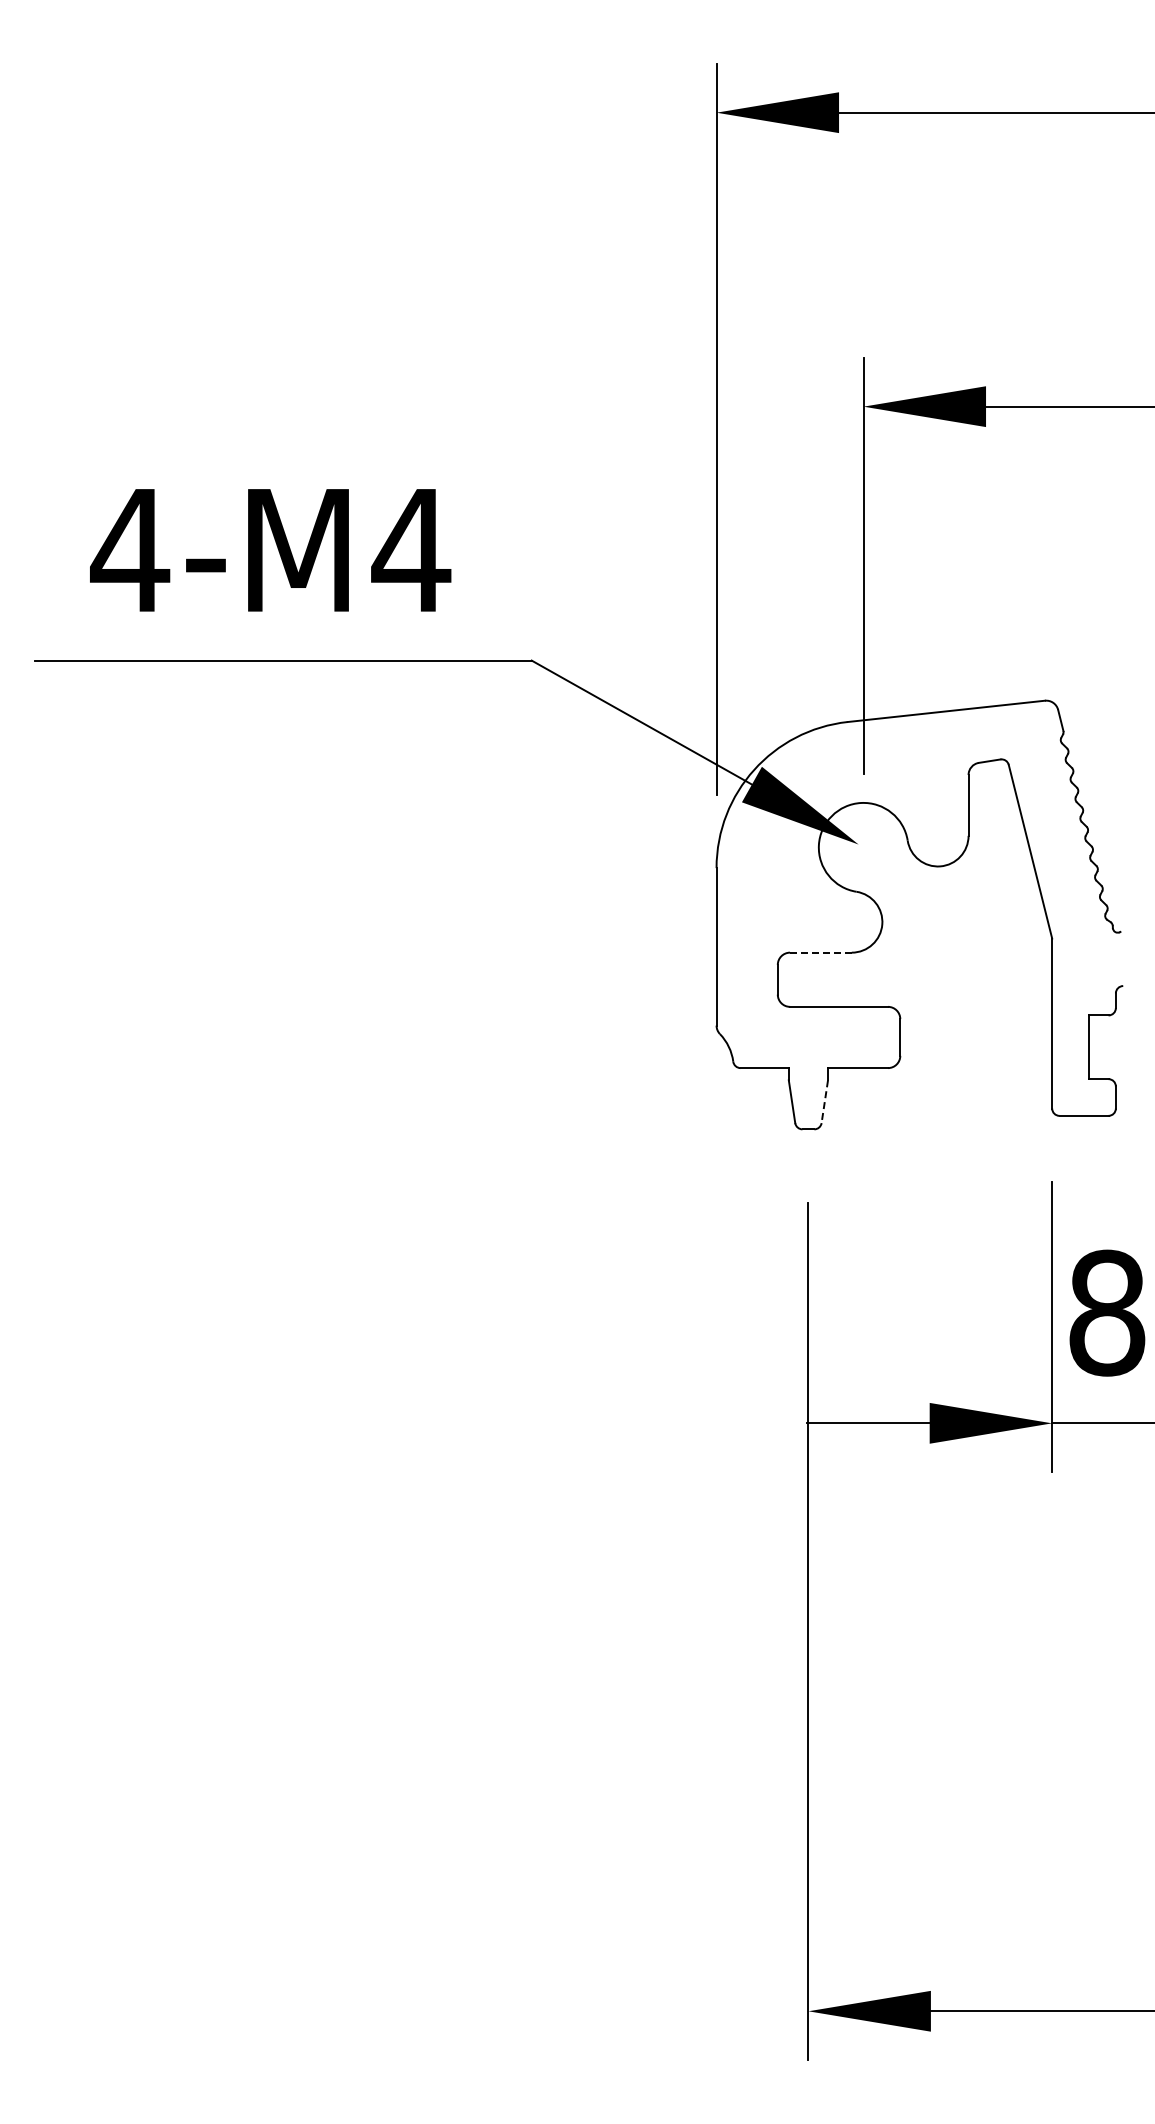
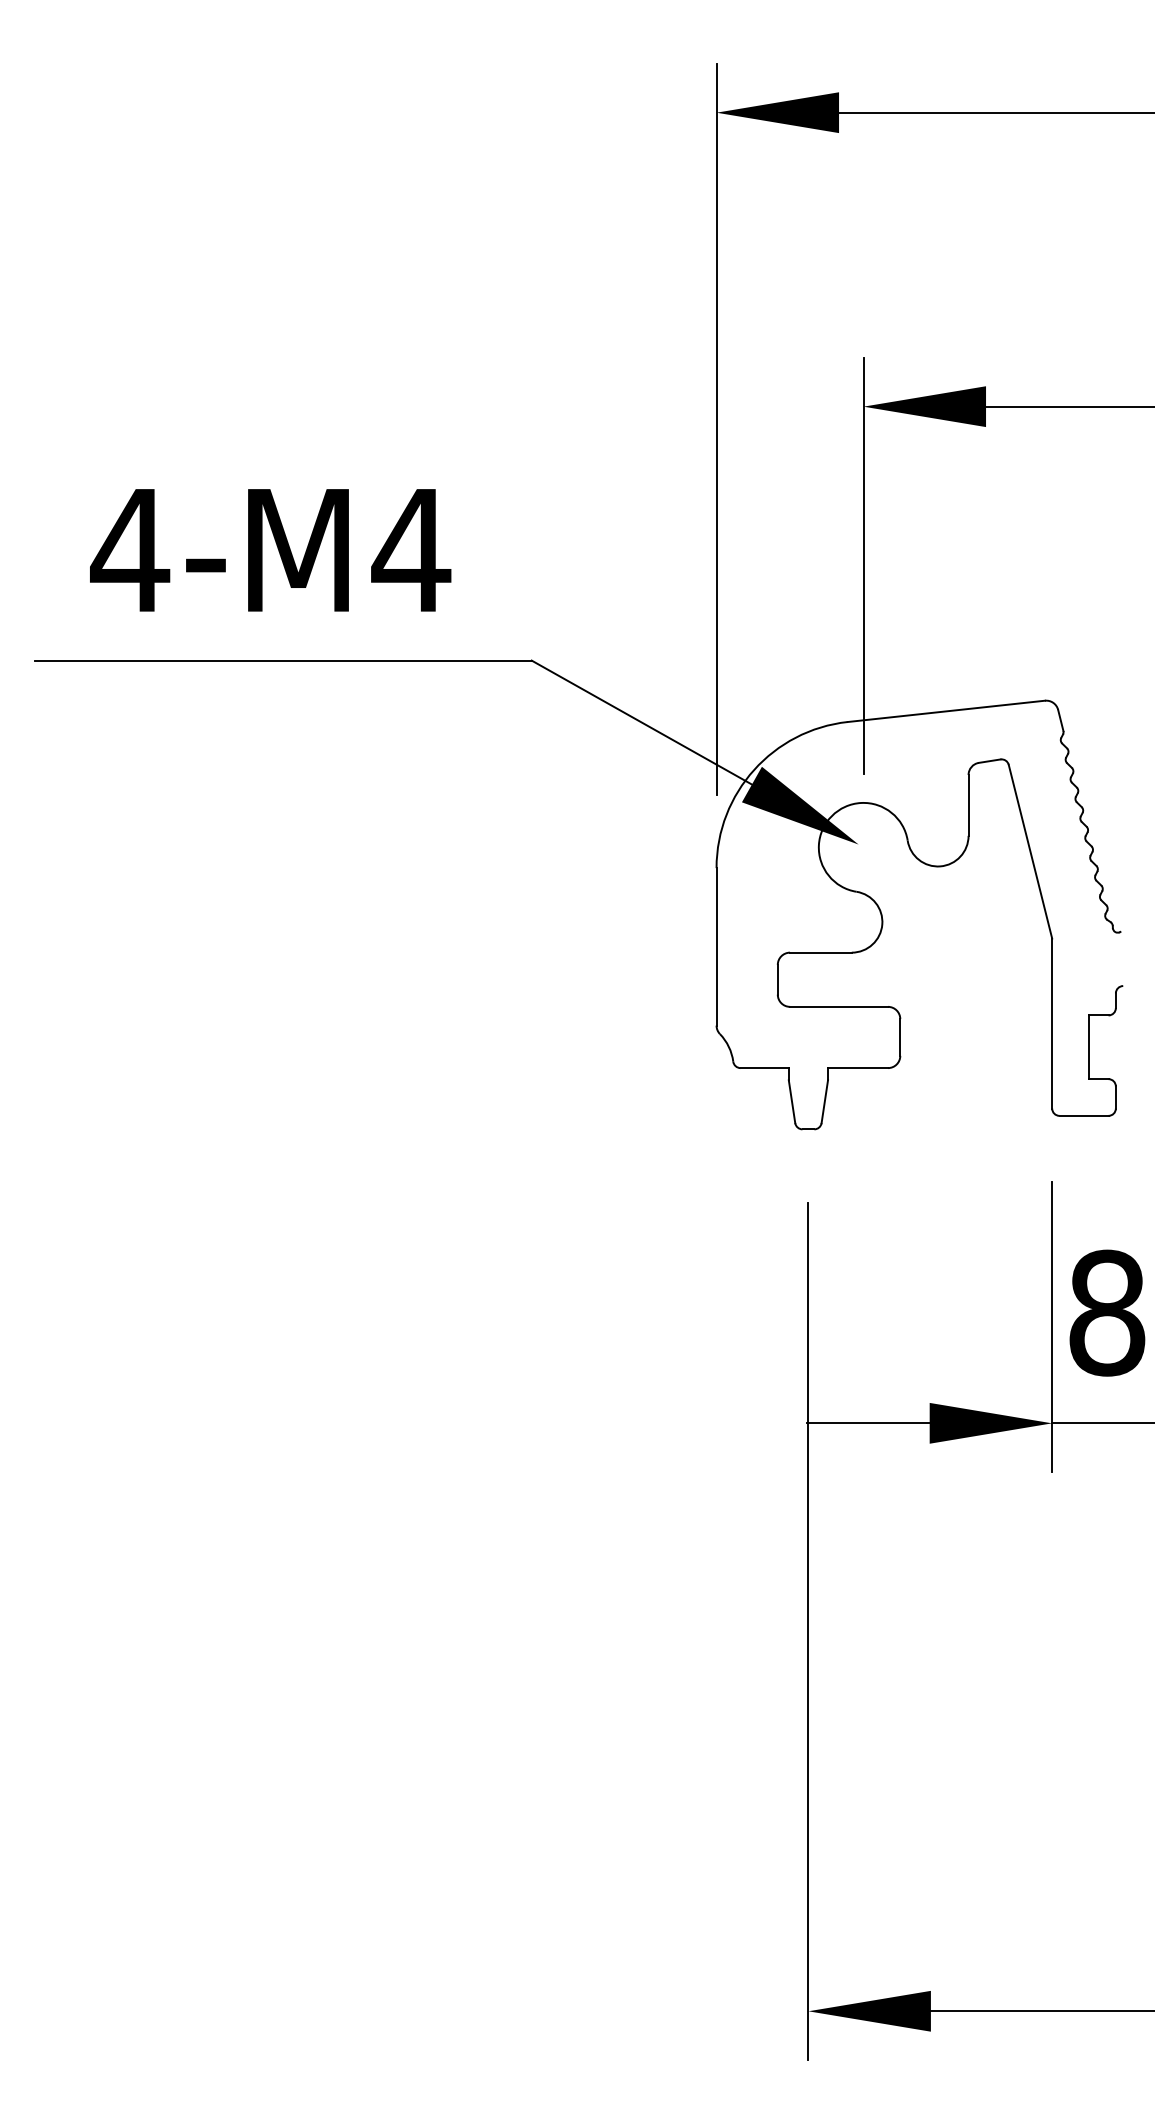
line at (820, 952): dashed -> solid
line at (824, 1101): dashed -> solid
